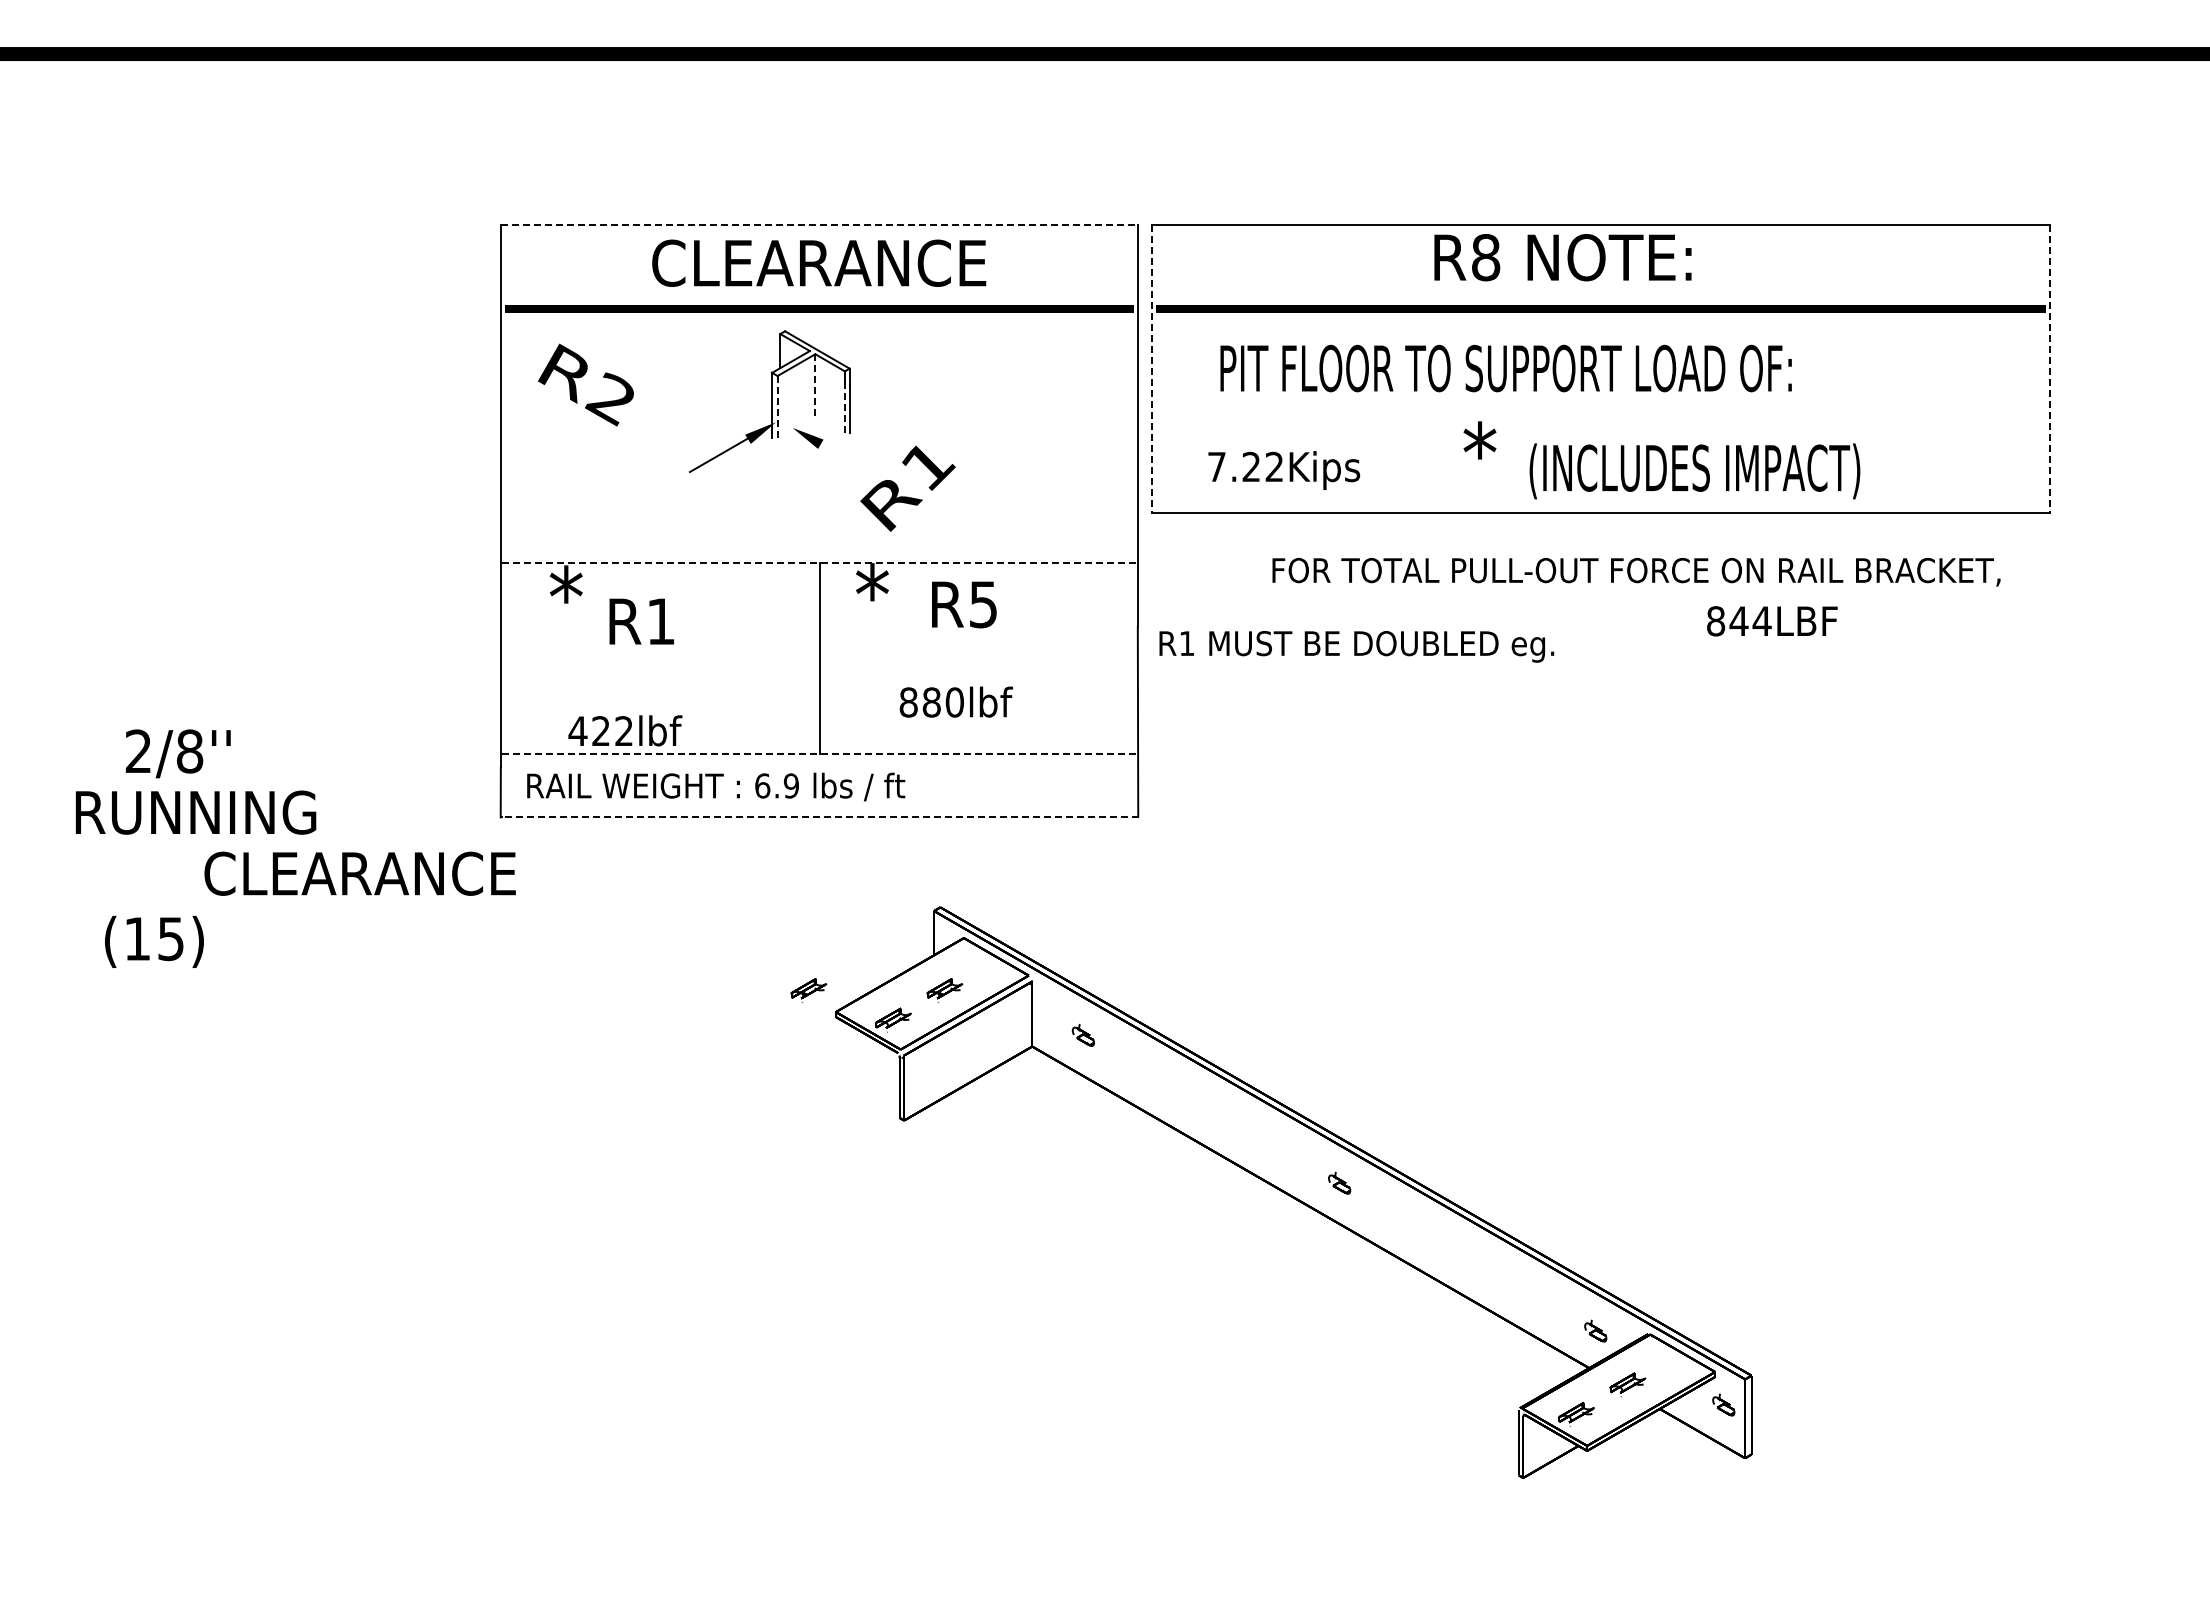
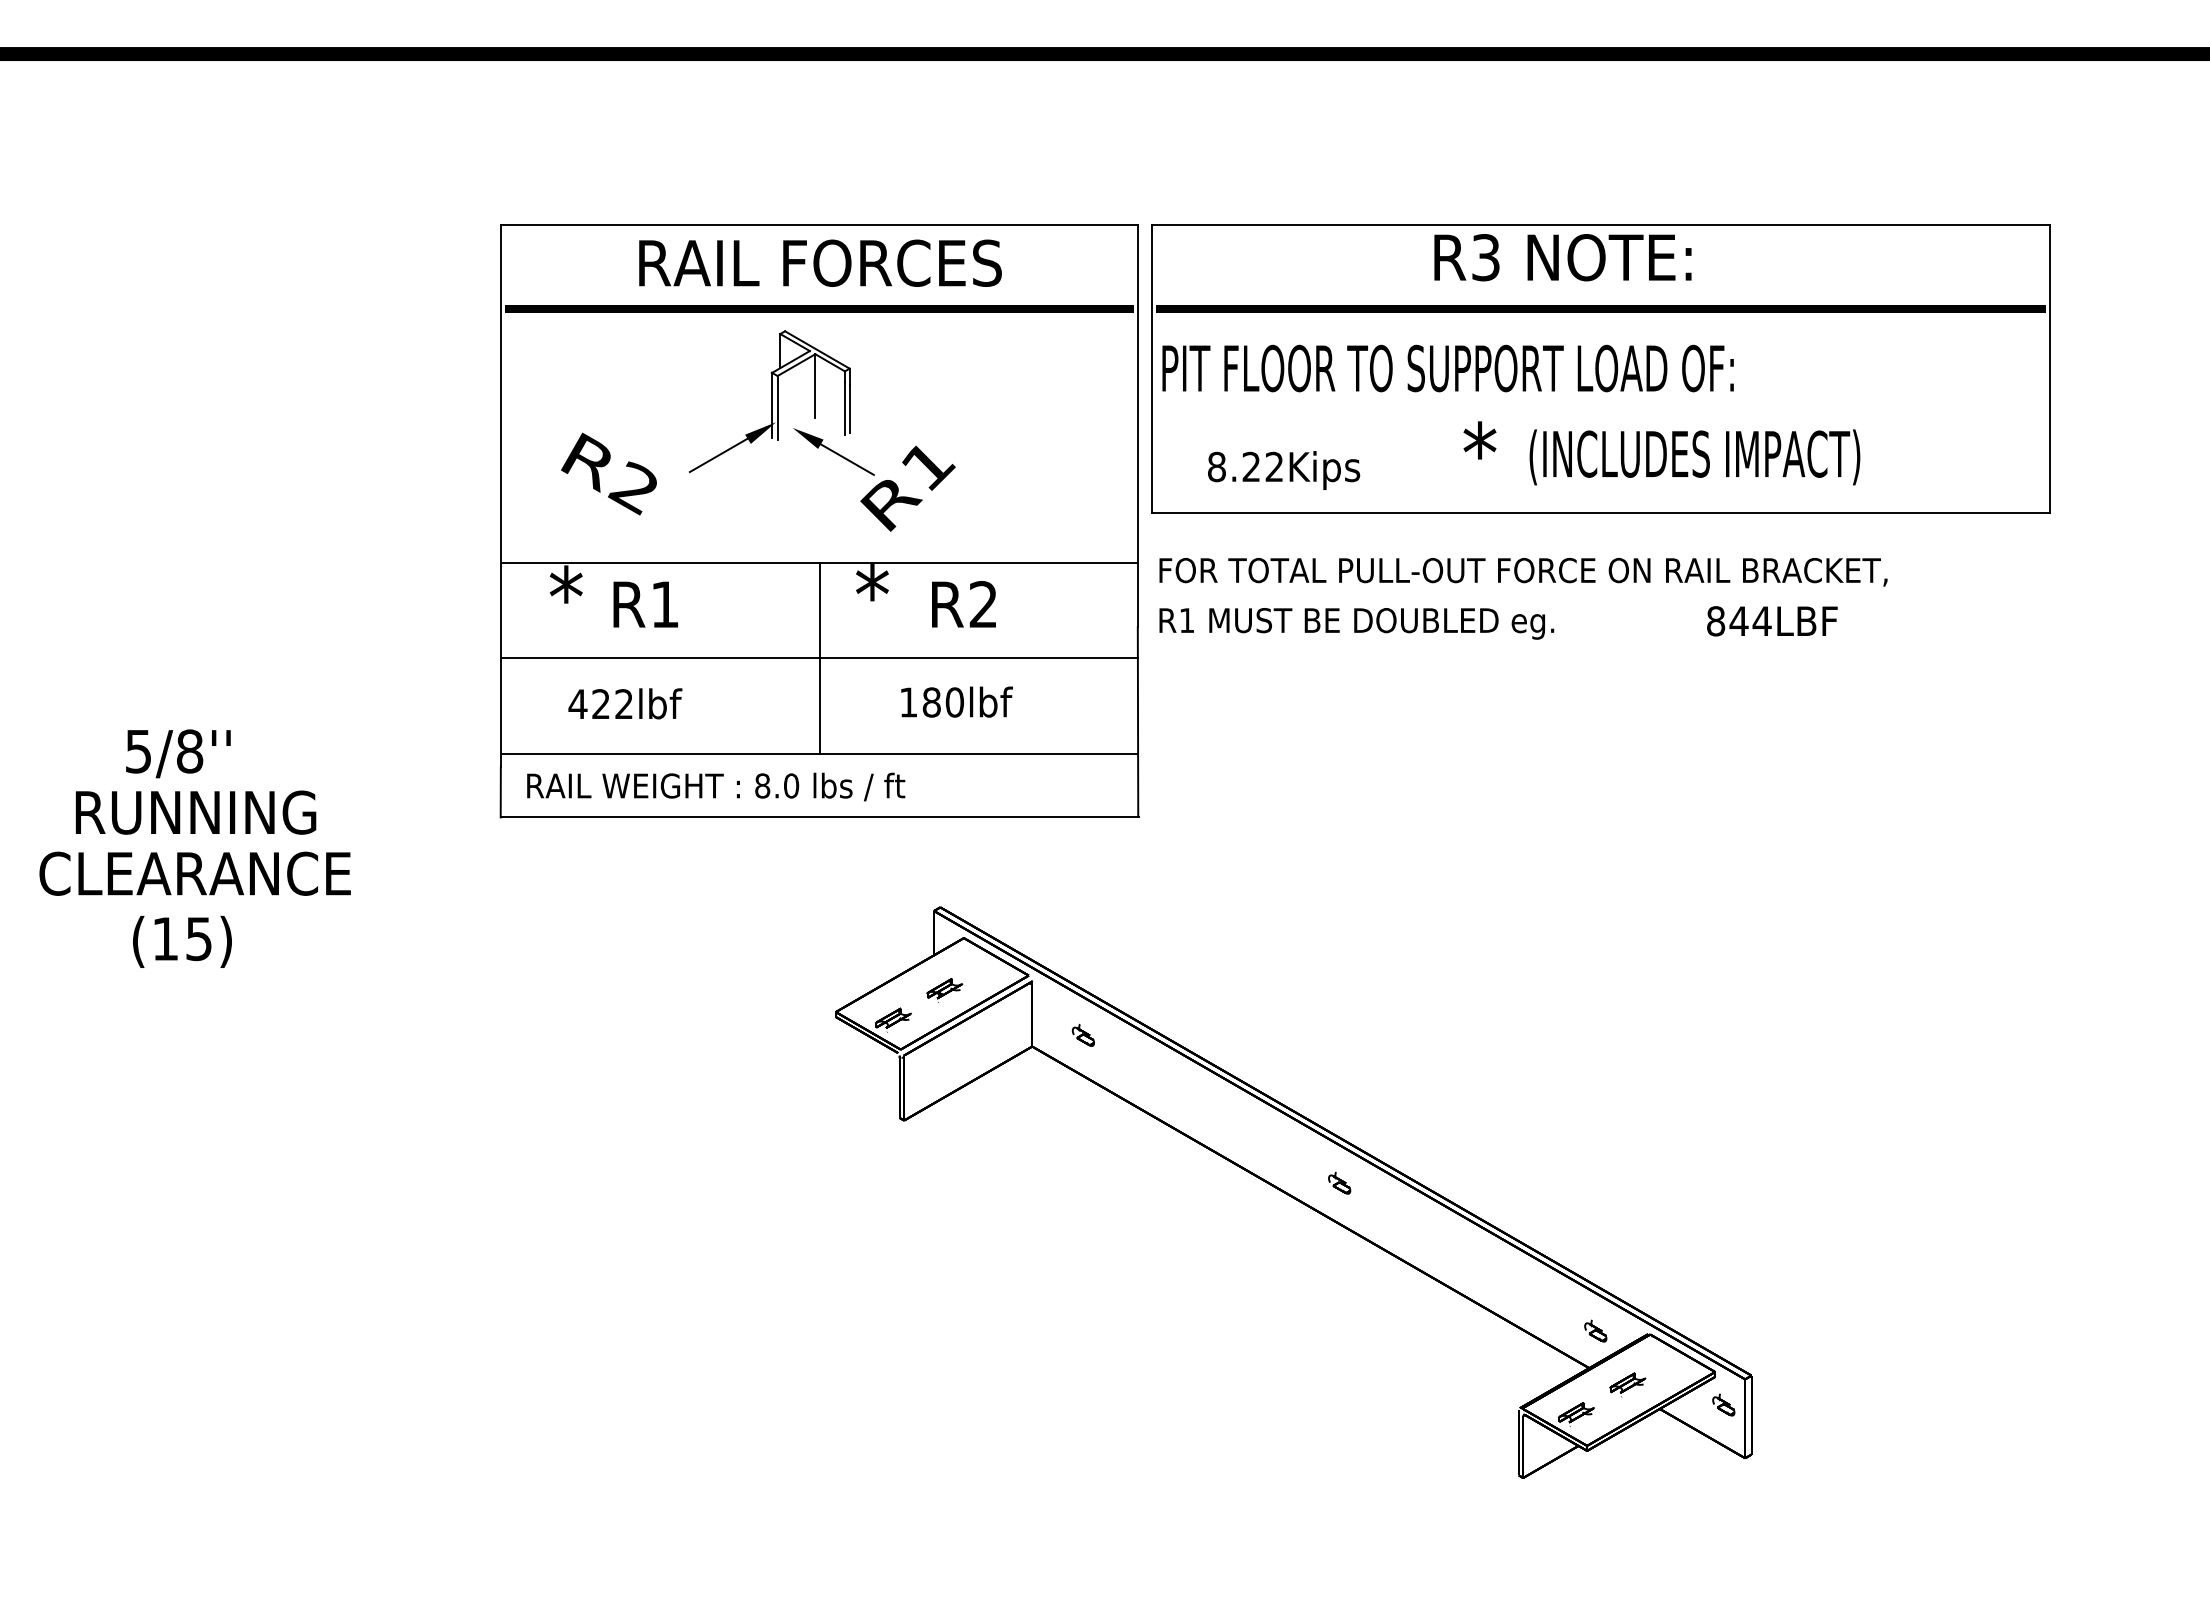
line at (819, 225): dashed -> solid
text at (1486, 257): R8 -> R3
text at (820, 262): CLEARANCE -> RAIL FORCES
line at (1151, 368): dashed -> solid
text at (1505, 368) position: (1505, 368) -> (1447, 368)
line at (2050, 368): dashed -> solid
text at (585, 384) position: (585, 384) -> (608, 473)
line at (815, 386): dashed -> solid
line at (777, 407): dashed -> solid
line at (844, 408): dashed -> solid
line at (846, 459): none -> present
text at (1216, 466): 7.22Kips -> 8.22Kips
text at (1694, 471) position: (1694, 471) -> (1694, 457)
line at (820, 562): dashed -> solid
text at (1636, 572) position: (1636, 572) -> (1523, 572)
text at (982, 604): R5 -> R2
text at (641, 621) position: (641, 621) -> (645, 604)
text at (1356, 646) position: (1356, 646) -> (1356, 623)
line at (819, 658): none -> present
text at (908, 702): 880lbf -> 180lbf
text at (625, 730) position: (625, 730) -> (625, 703)
text at (137, 751): 2/8'' -> 5/8''
line at (820, 754): dashed -> solid
text at (777, 785): 6.9 -> 8.0
line at (820, 817): dashed -> solid
text at (359, 873) position: (359, 873) -> (194, 873)
text at (154, 941) position: (154, 941) -> (182, 941)
part at (808, 990): present -> none
